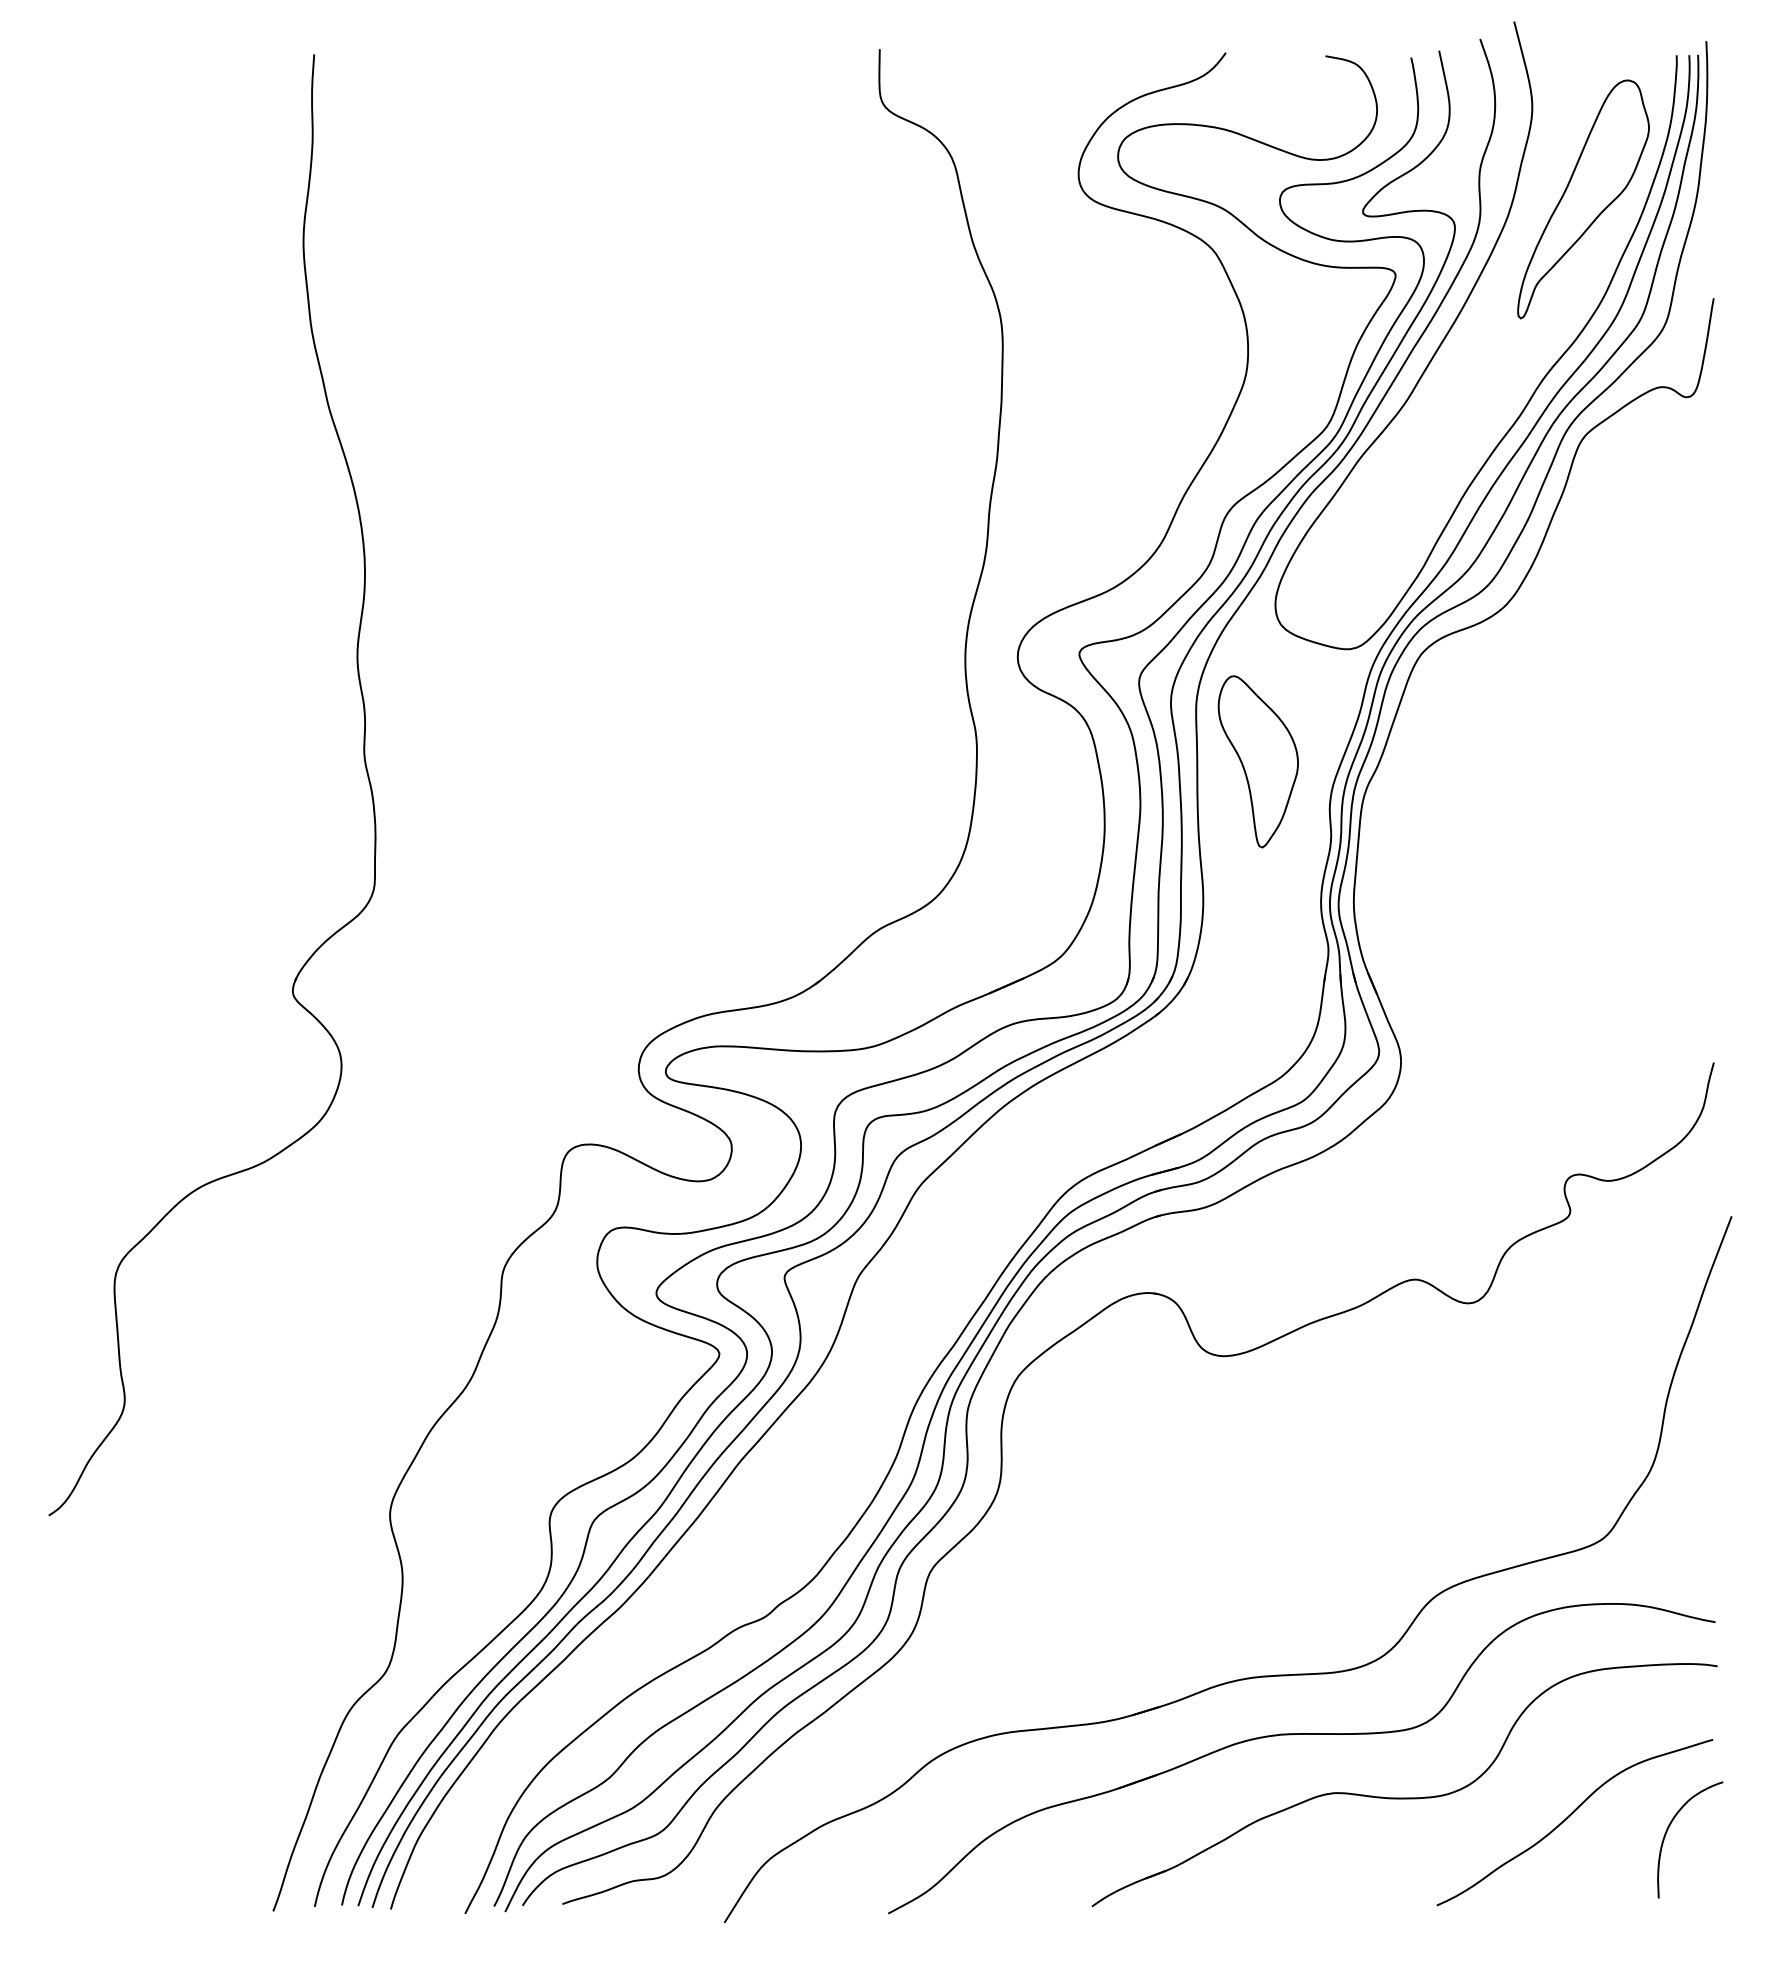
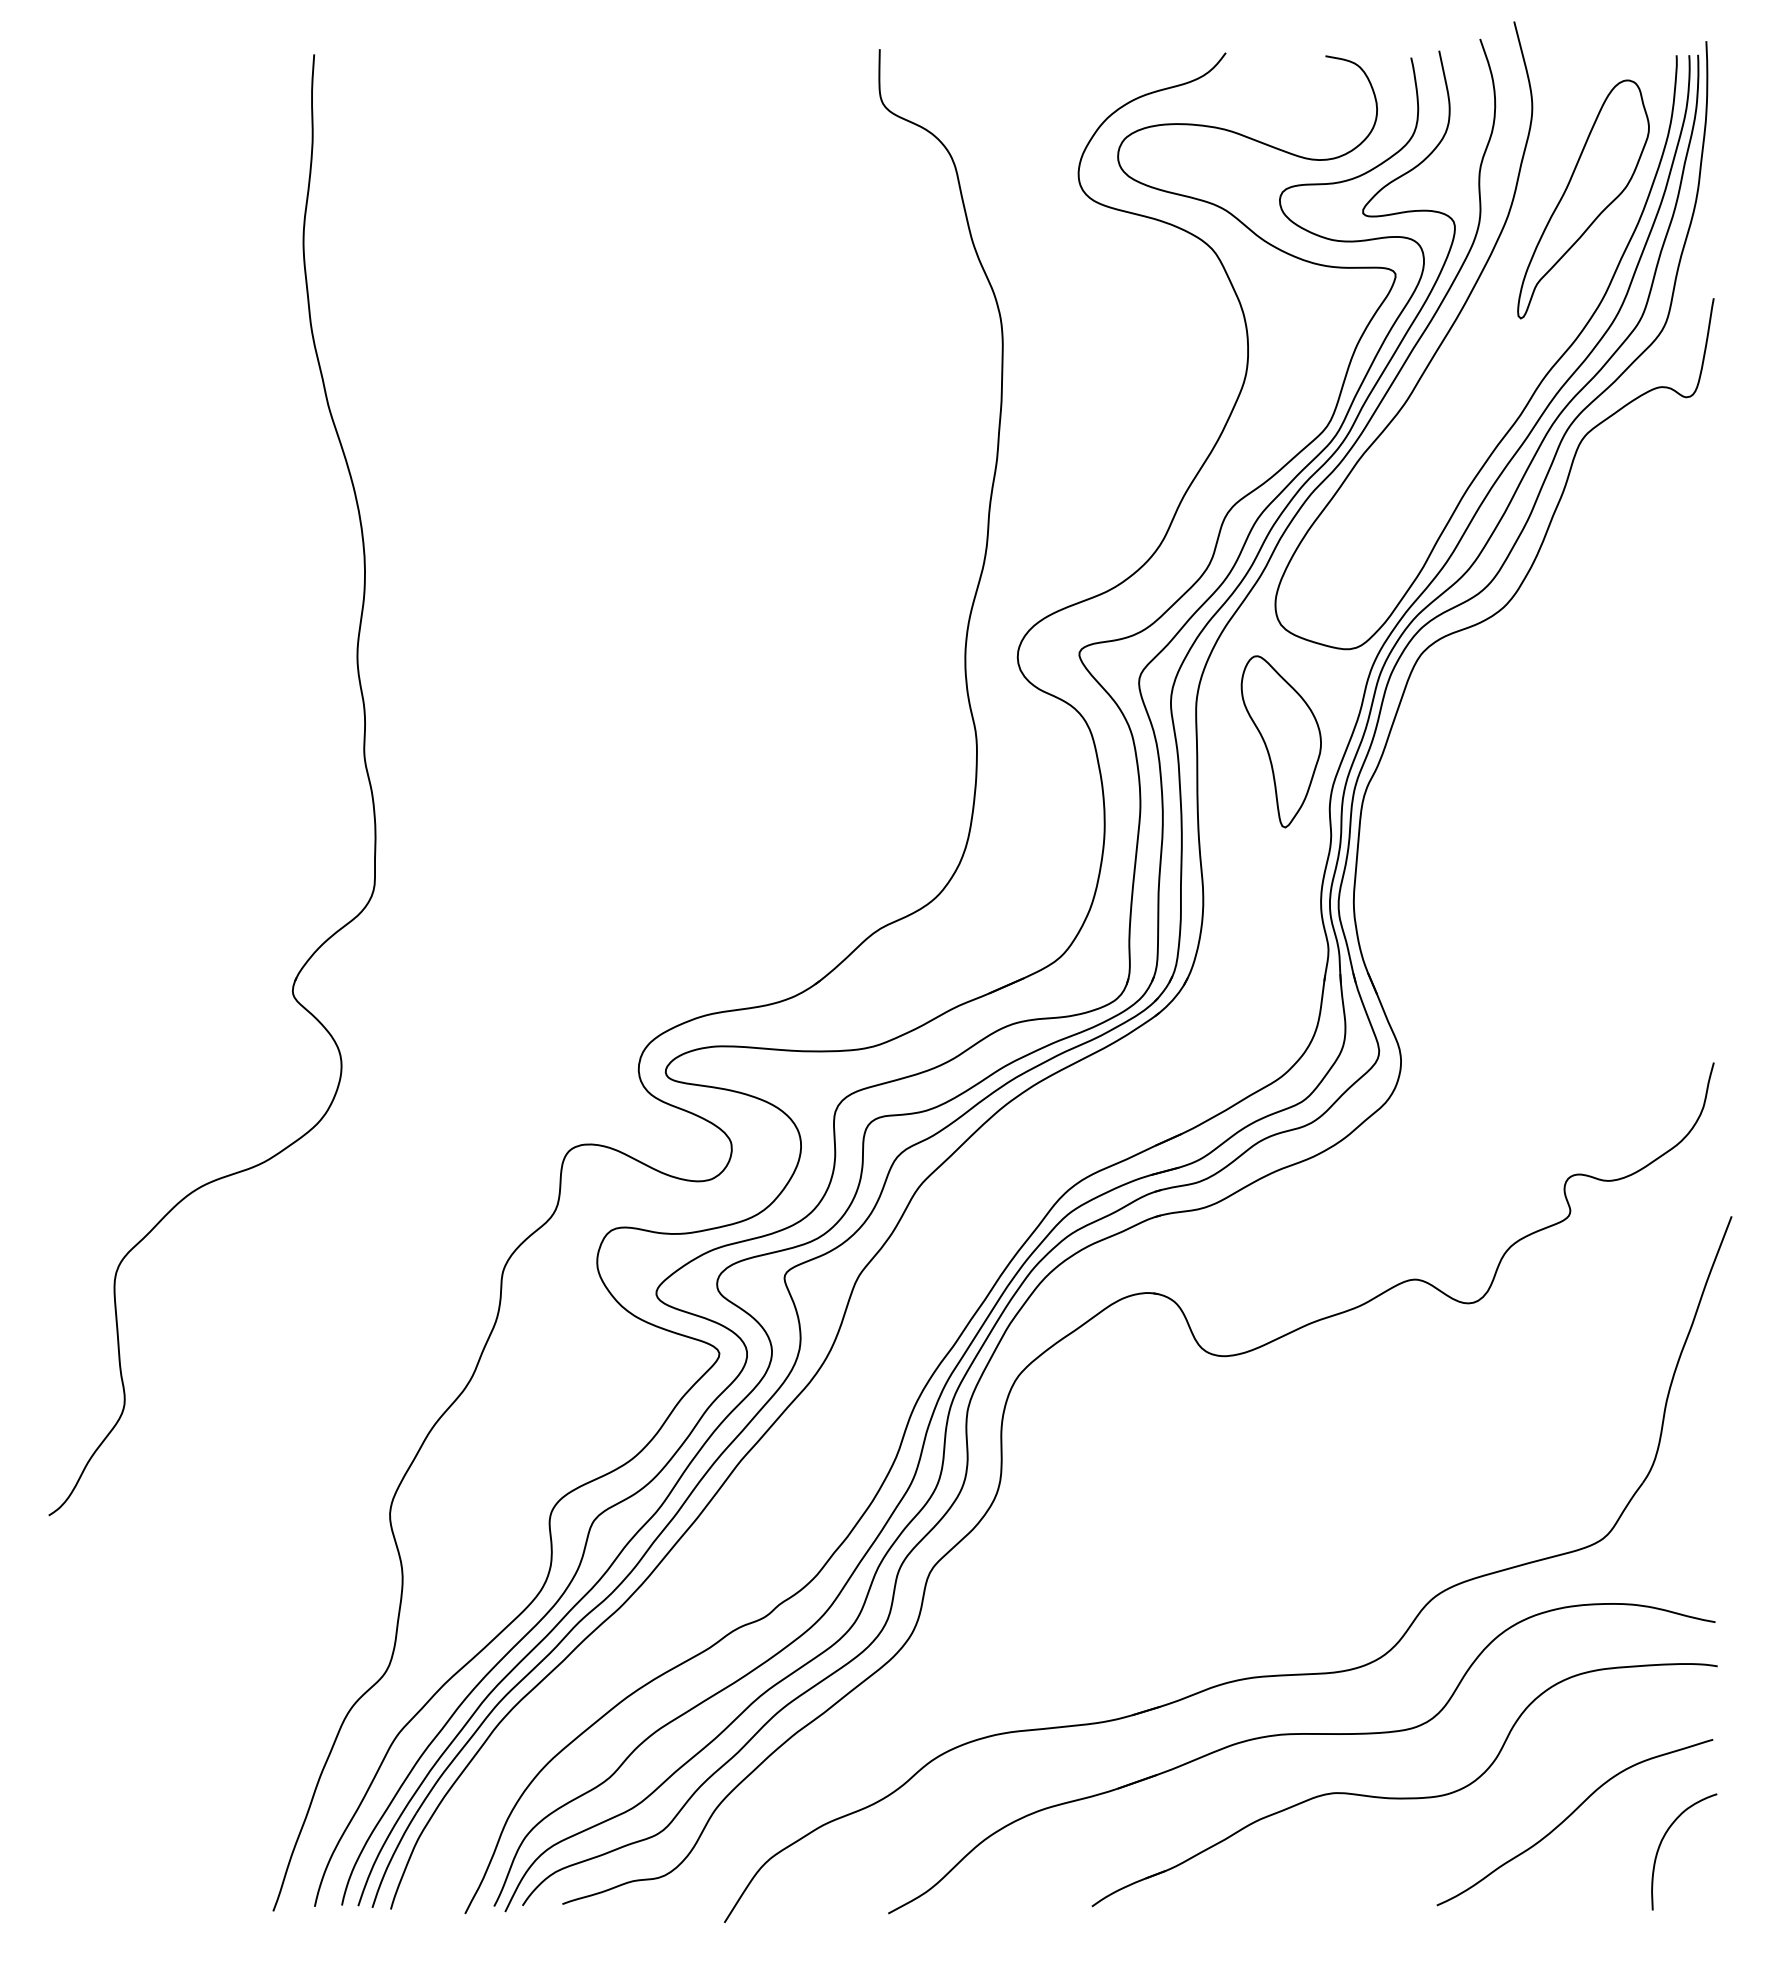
part at (1257, 761) position: (1257, 761) -> (1280, 741)
curve at (1667, 1832) position: (1667, 1832) -> (1661, 1844)
